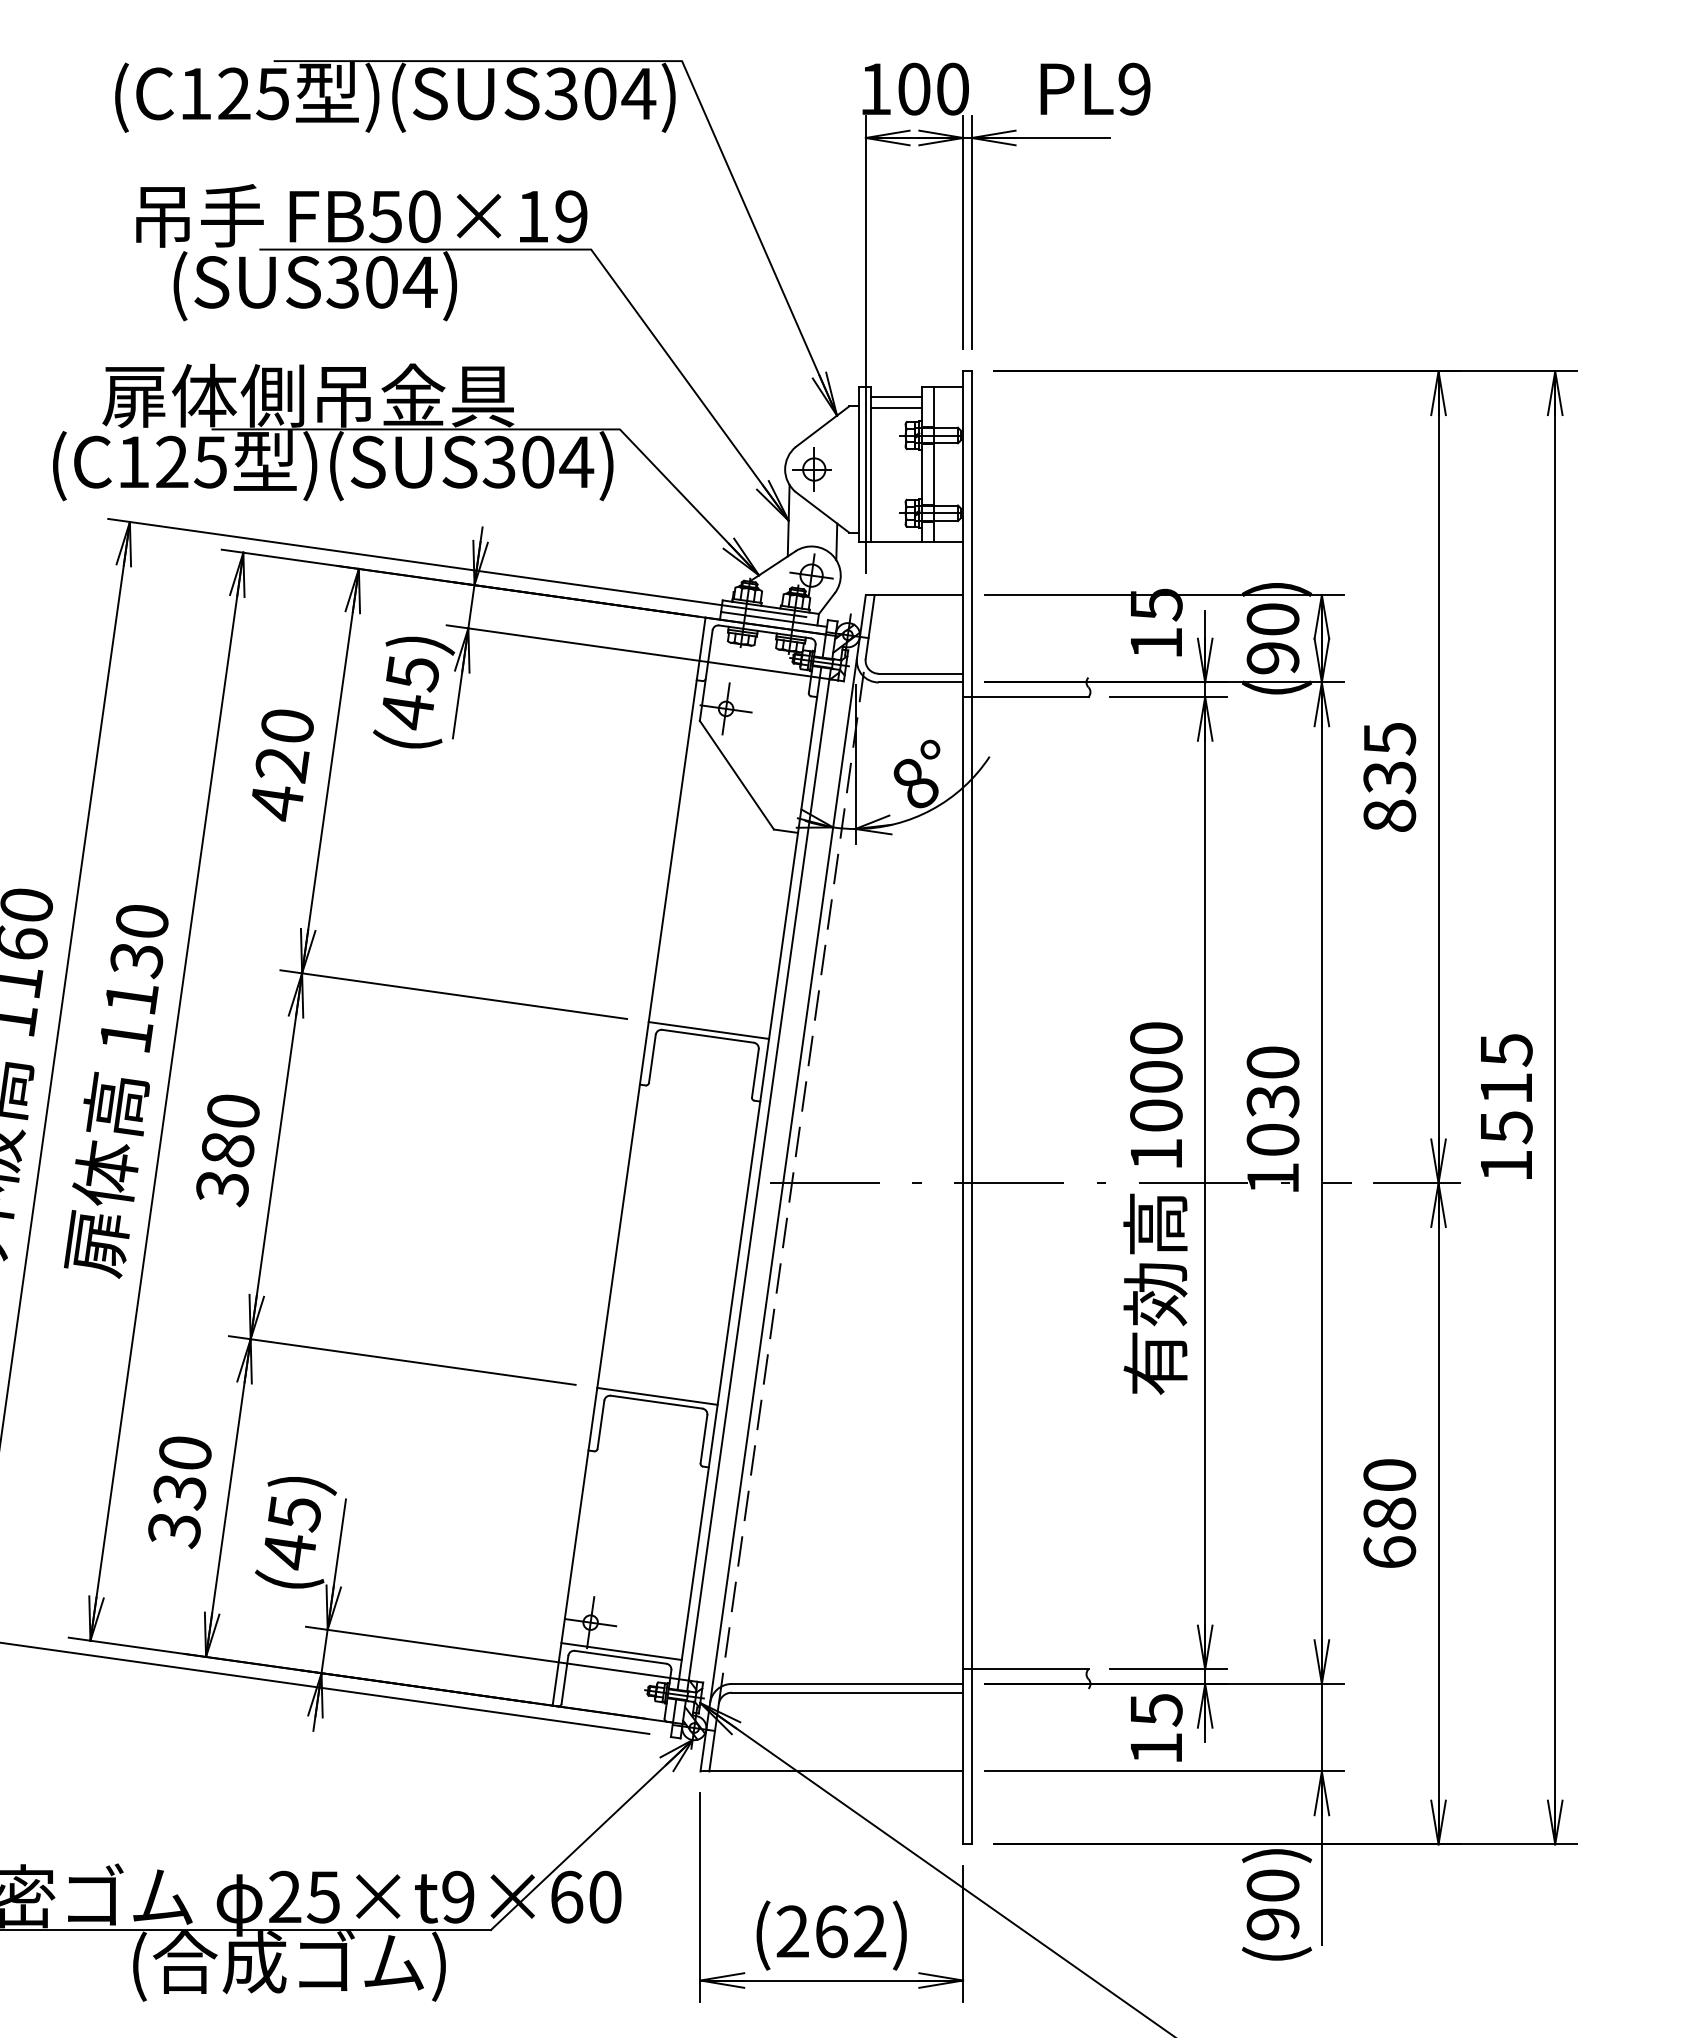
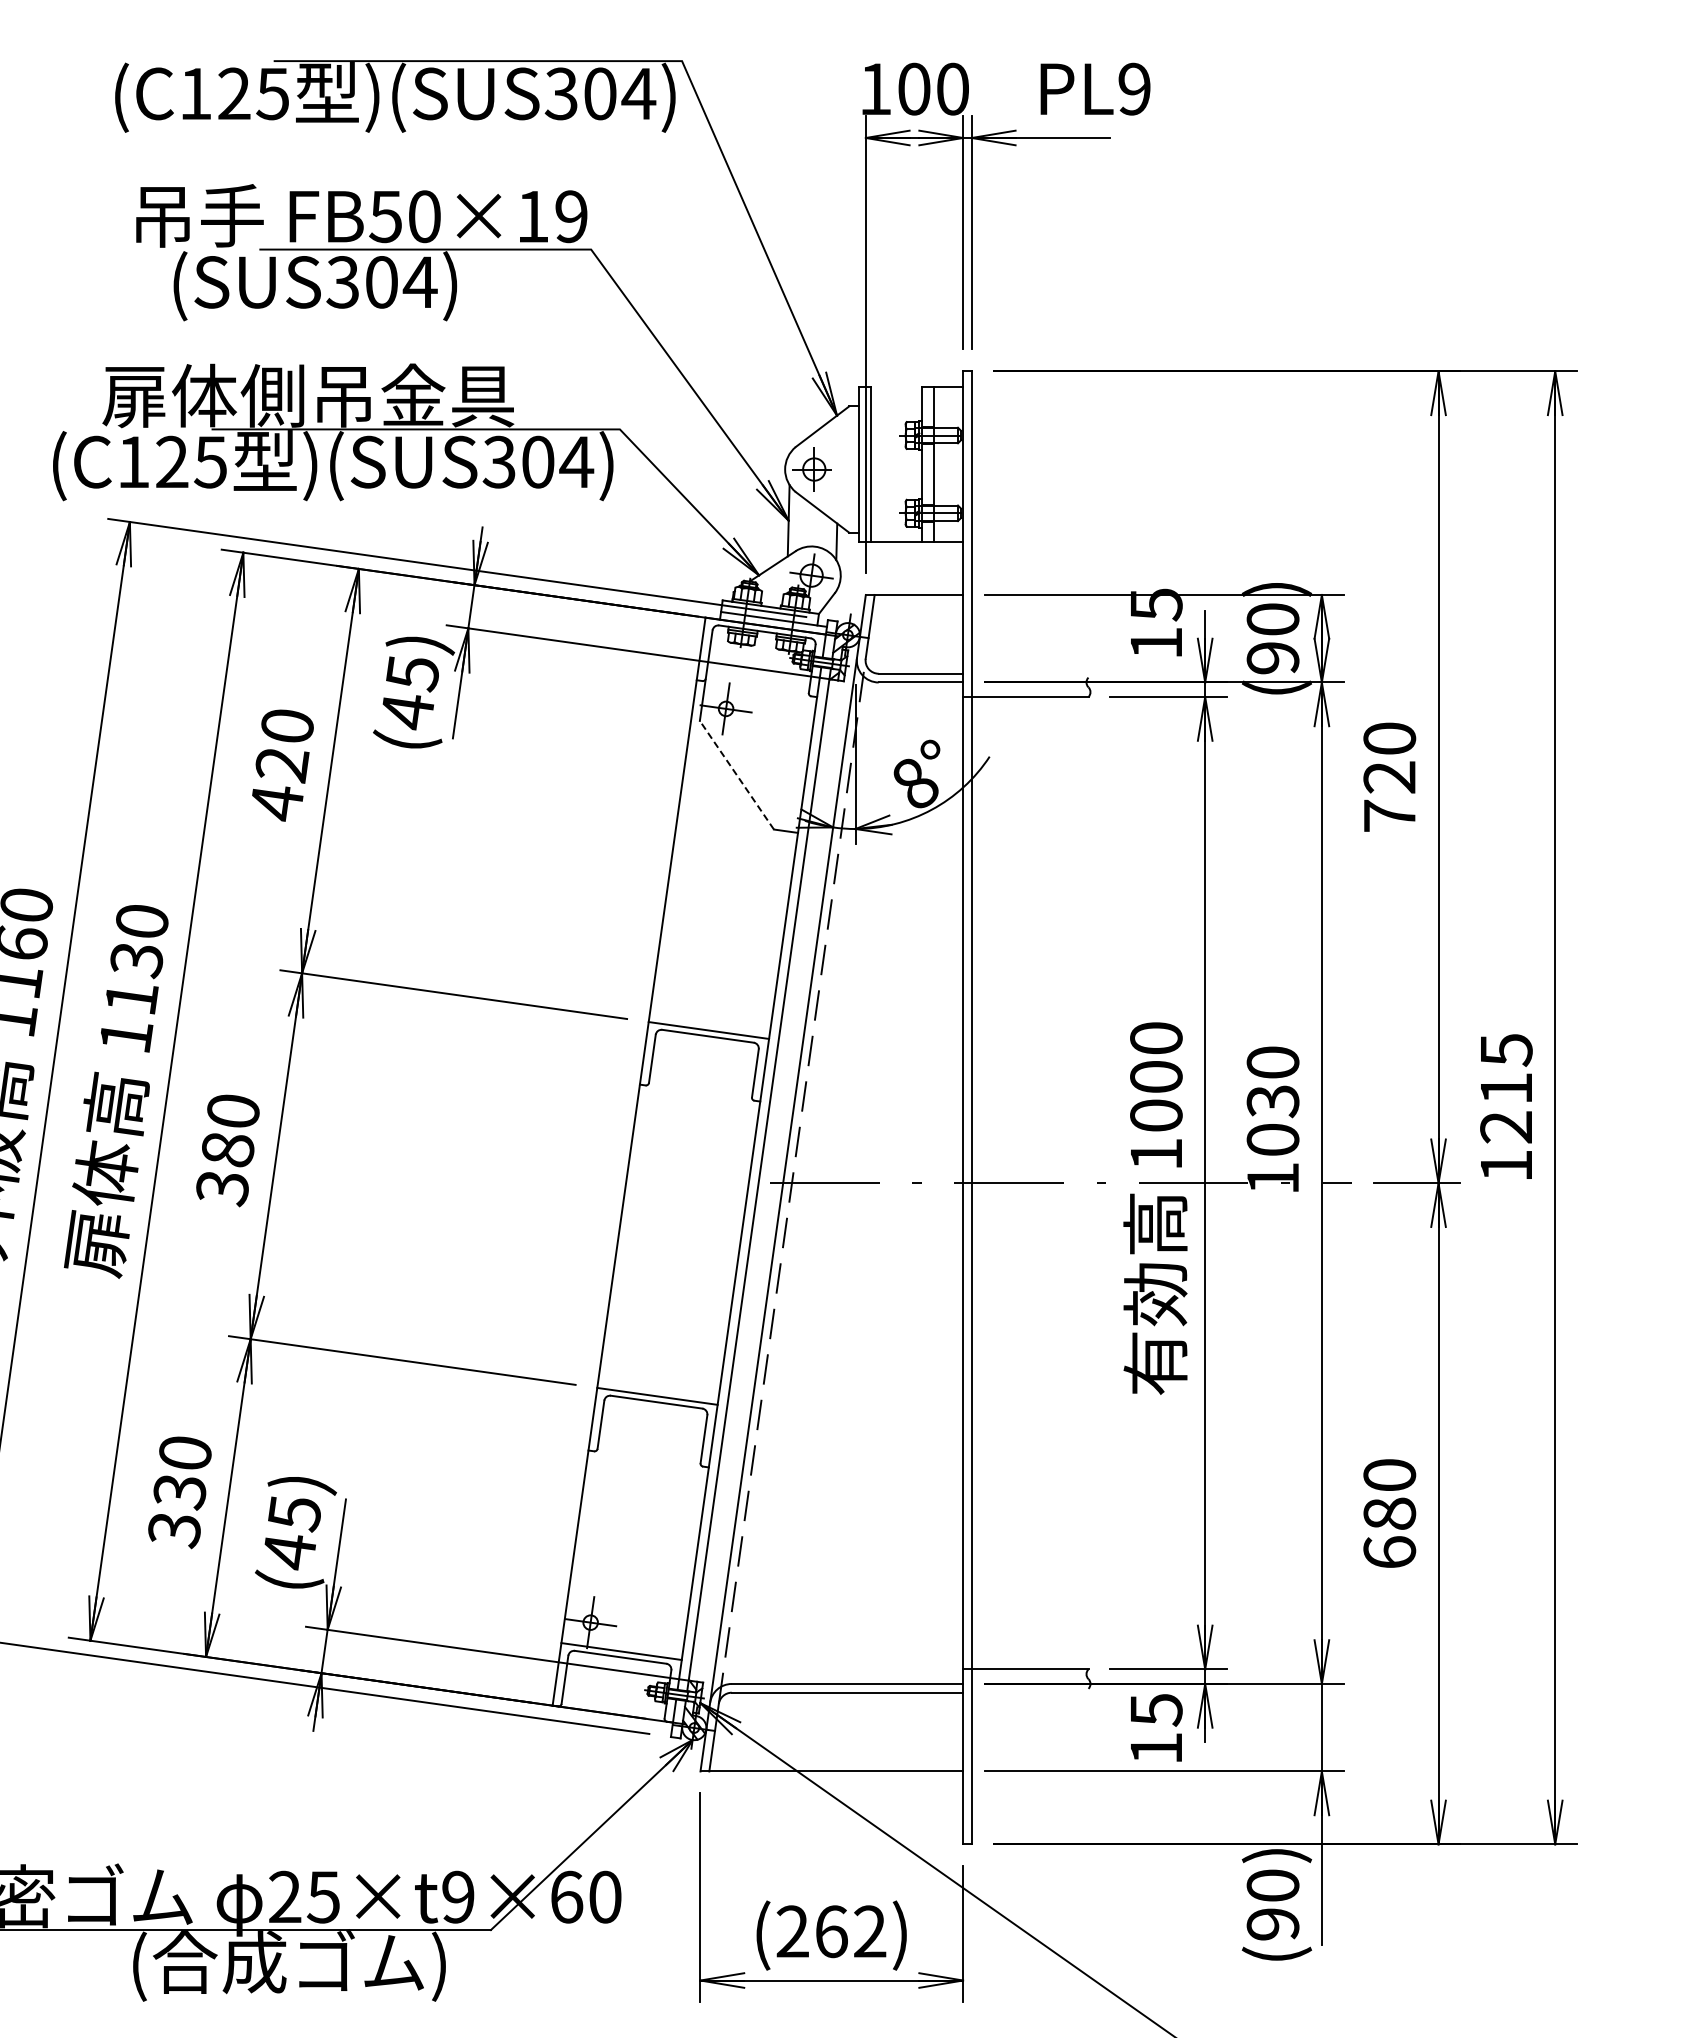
line at (896, 396): present -> none
line at (896, 408): present -> none
line at (736, 775): solid -> dashed
text at (1389, 776): 835 -> 720
text at (1506, 1127): 1515 -> 1215
